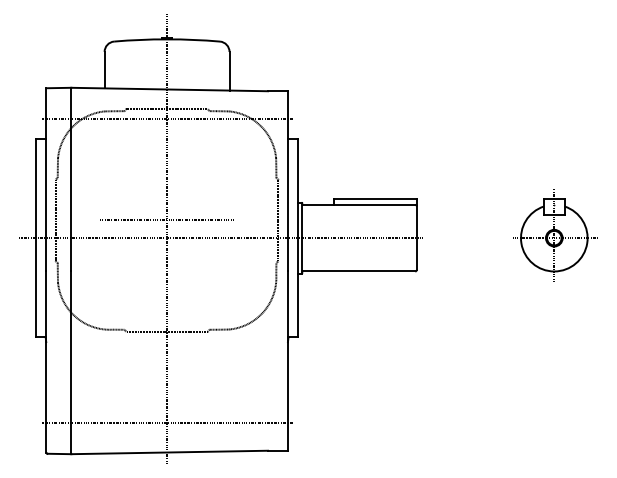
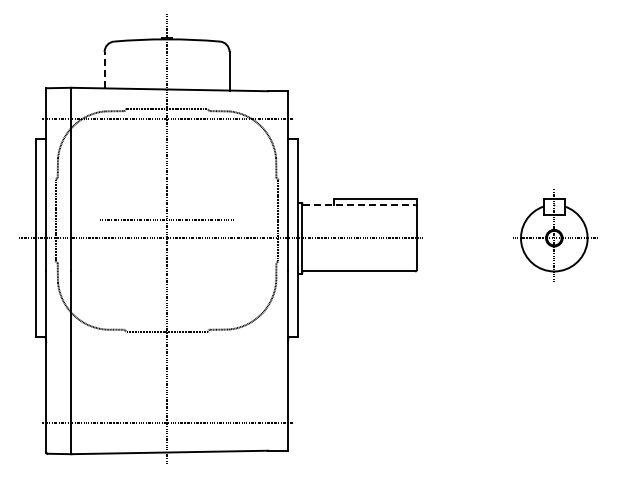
line at (104, 69): solid -> dashed
line at (359, 204): solid -> dashed
